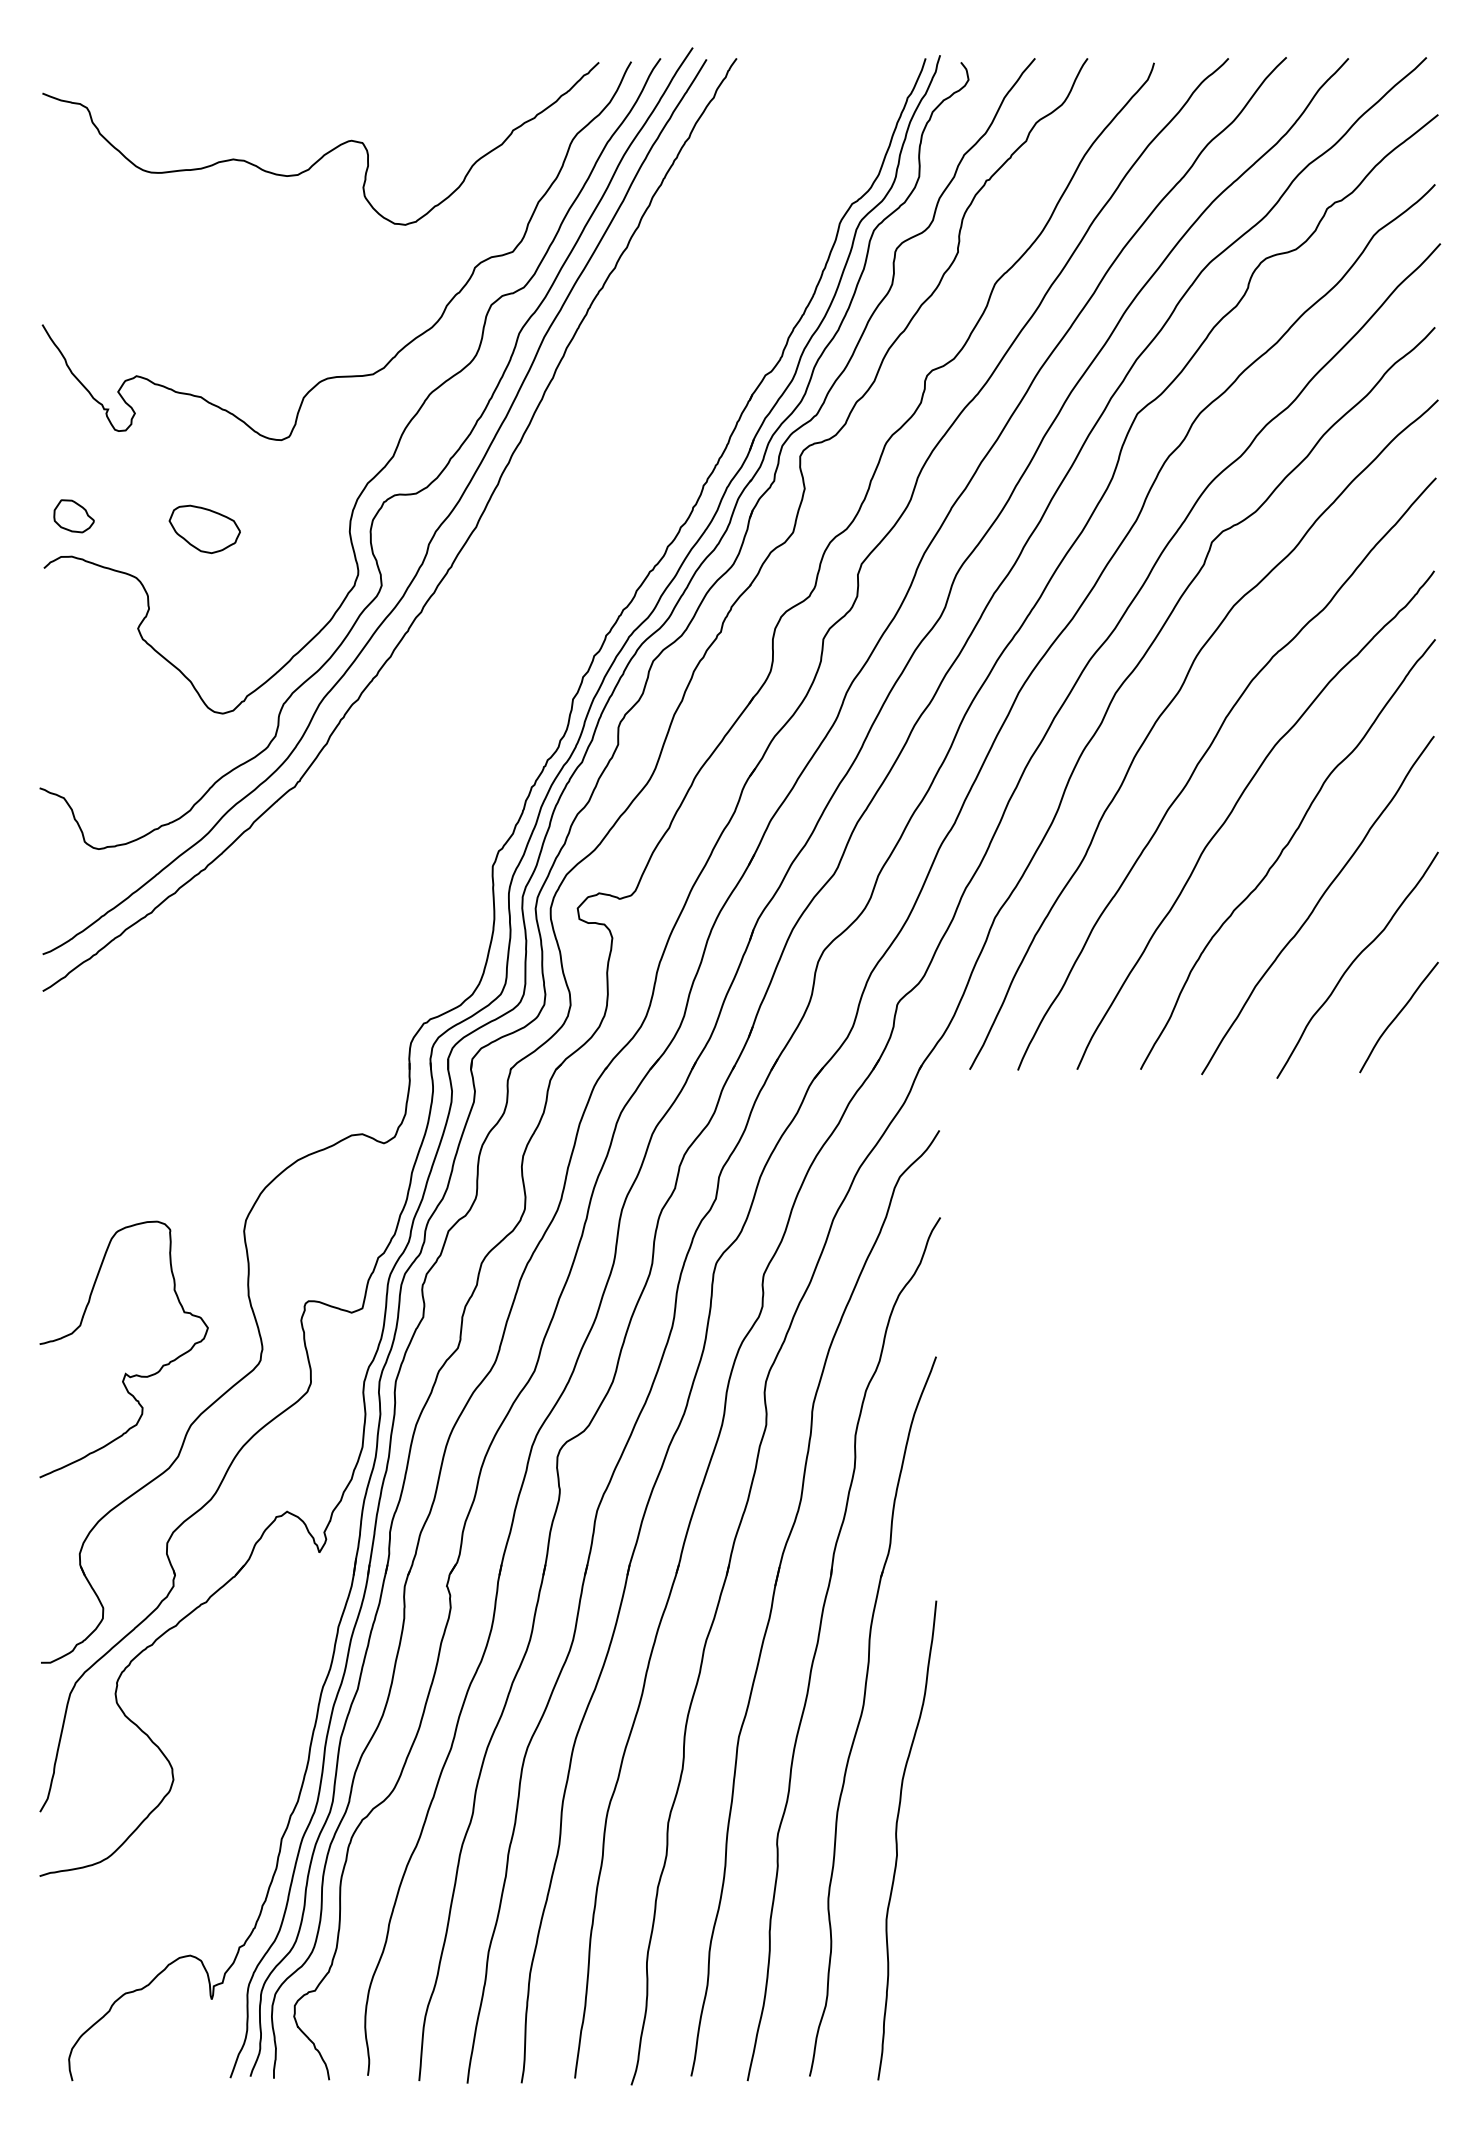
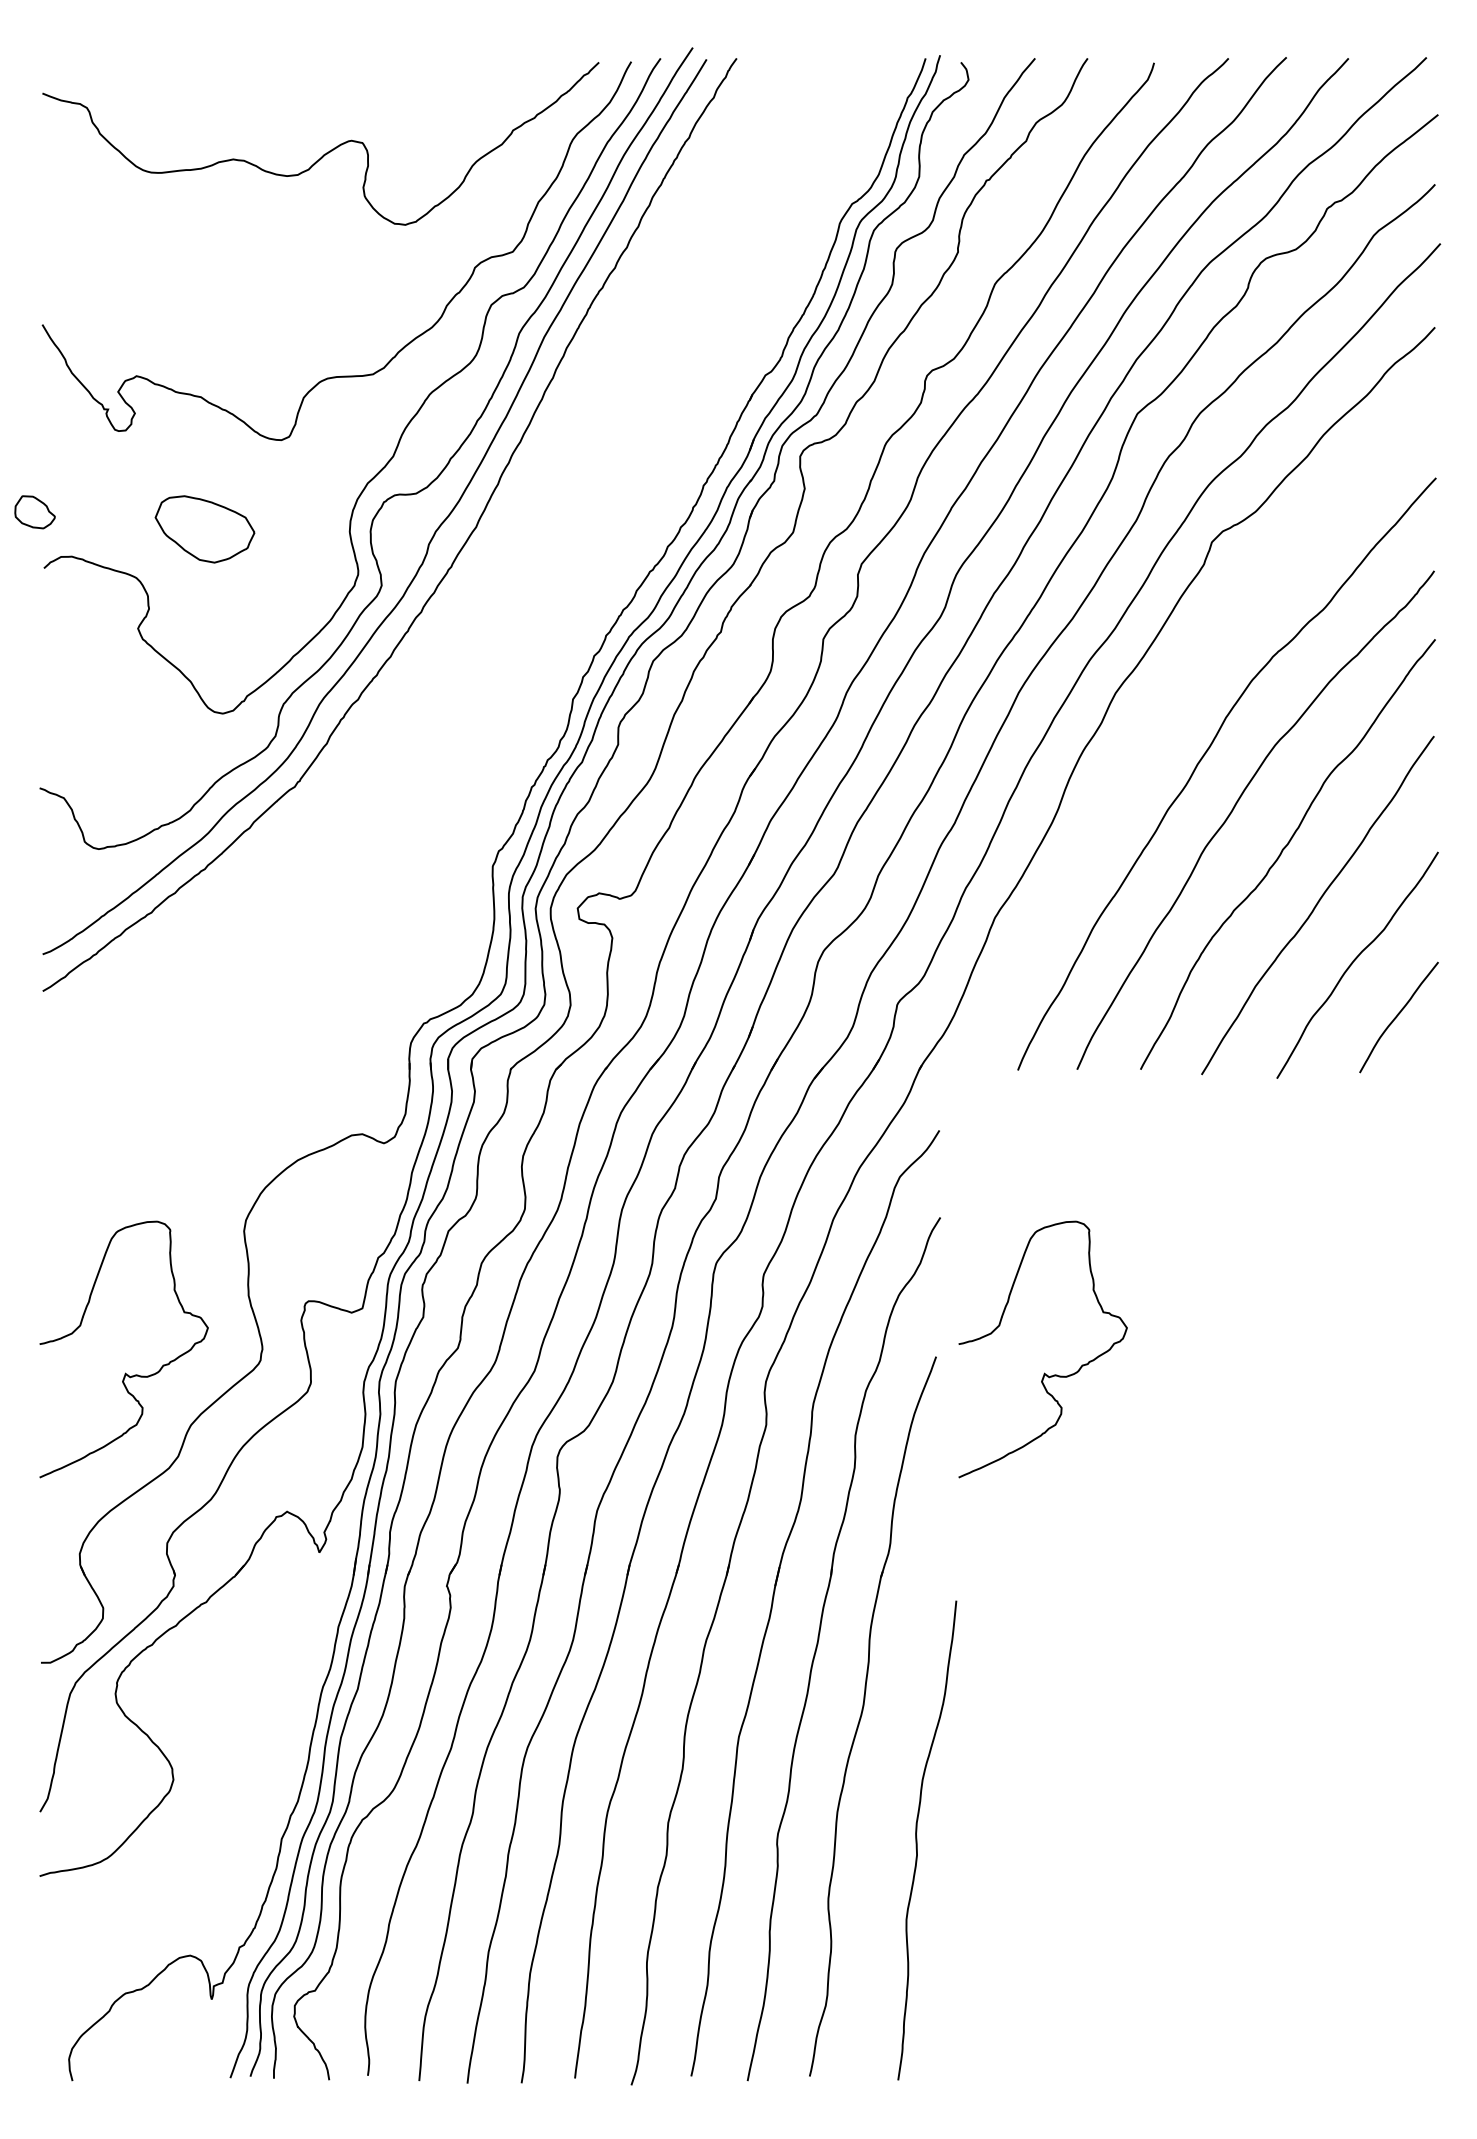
part at (73, 516) position: (73, 516) -> (34, 512)
part at (204, 529) size: 73x51 px -> 102x69 px
curve at (1168, 707): present -> none
curve at (1044, 1372): none -> present
curve at (897, 1840) position: (897, 1840) -> (917, 1840)
